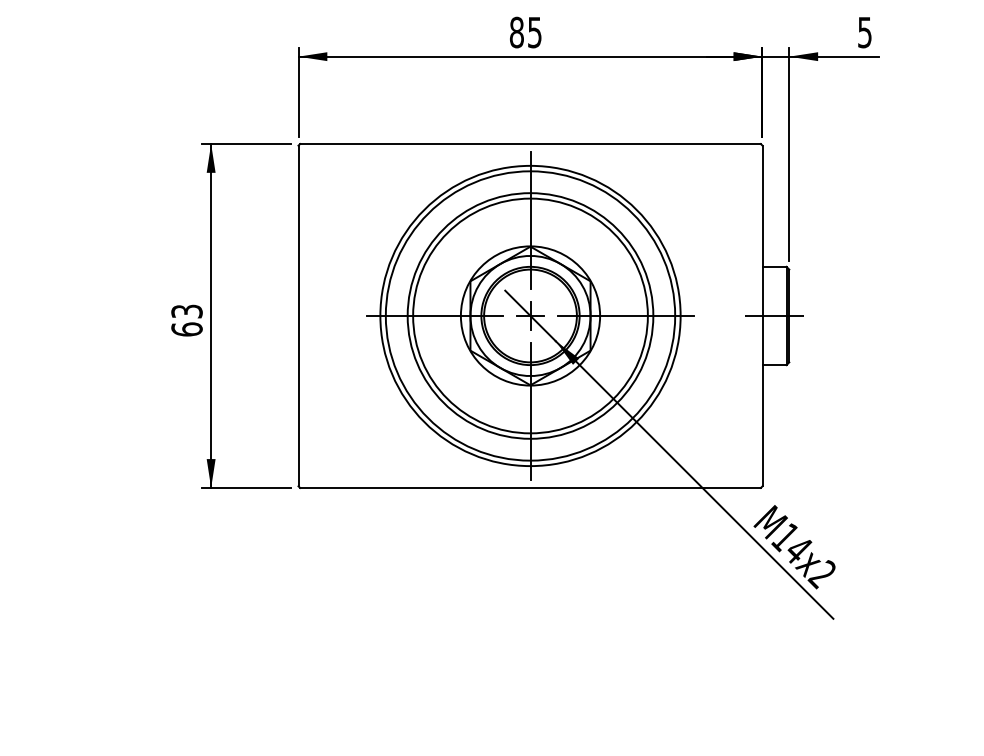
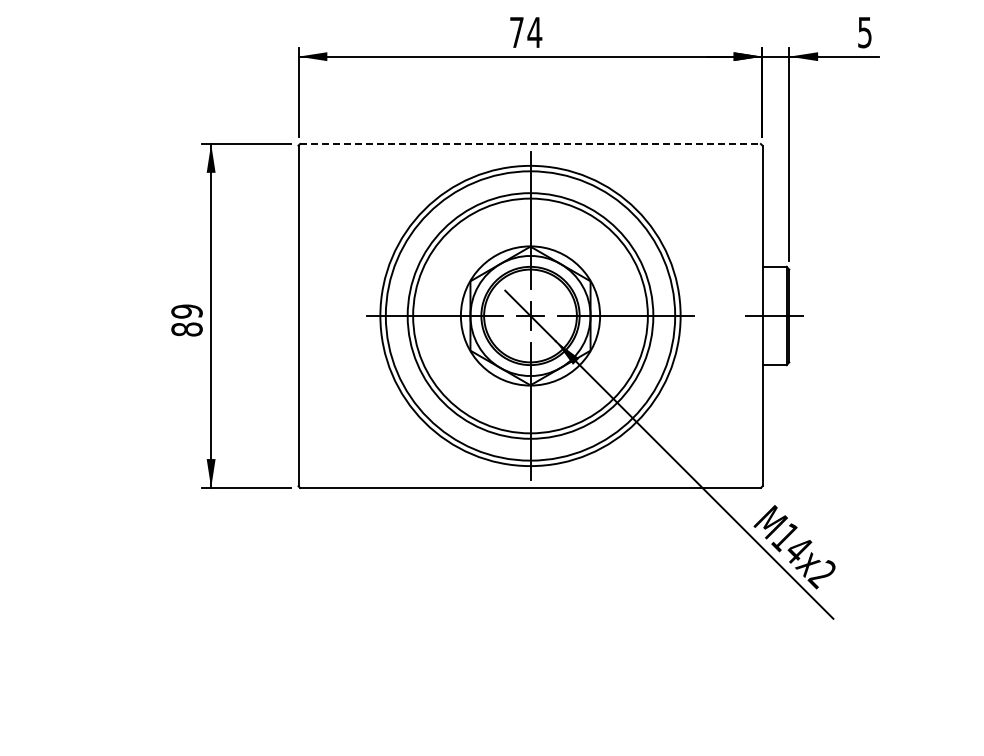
text at (526, 32): 85 -> 74
line at (531, 144): solid -> dashed
text at (186, 320): 63 -> 89
